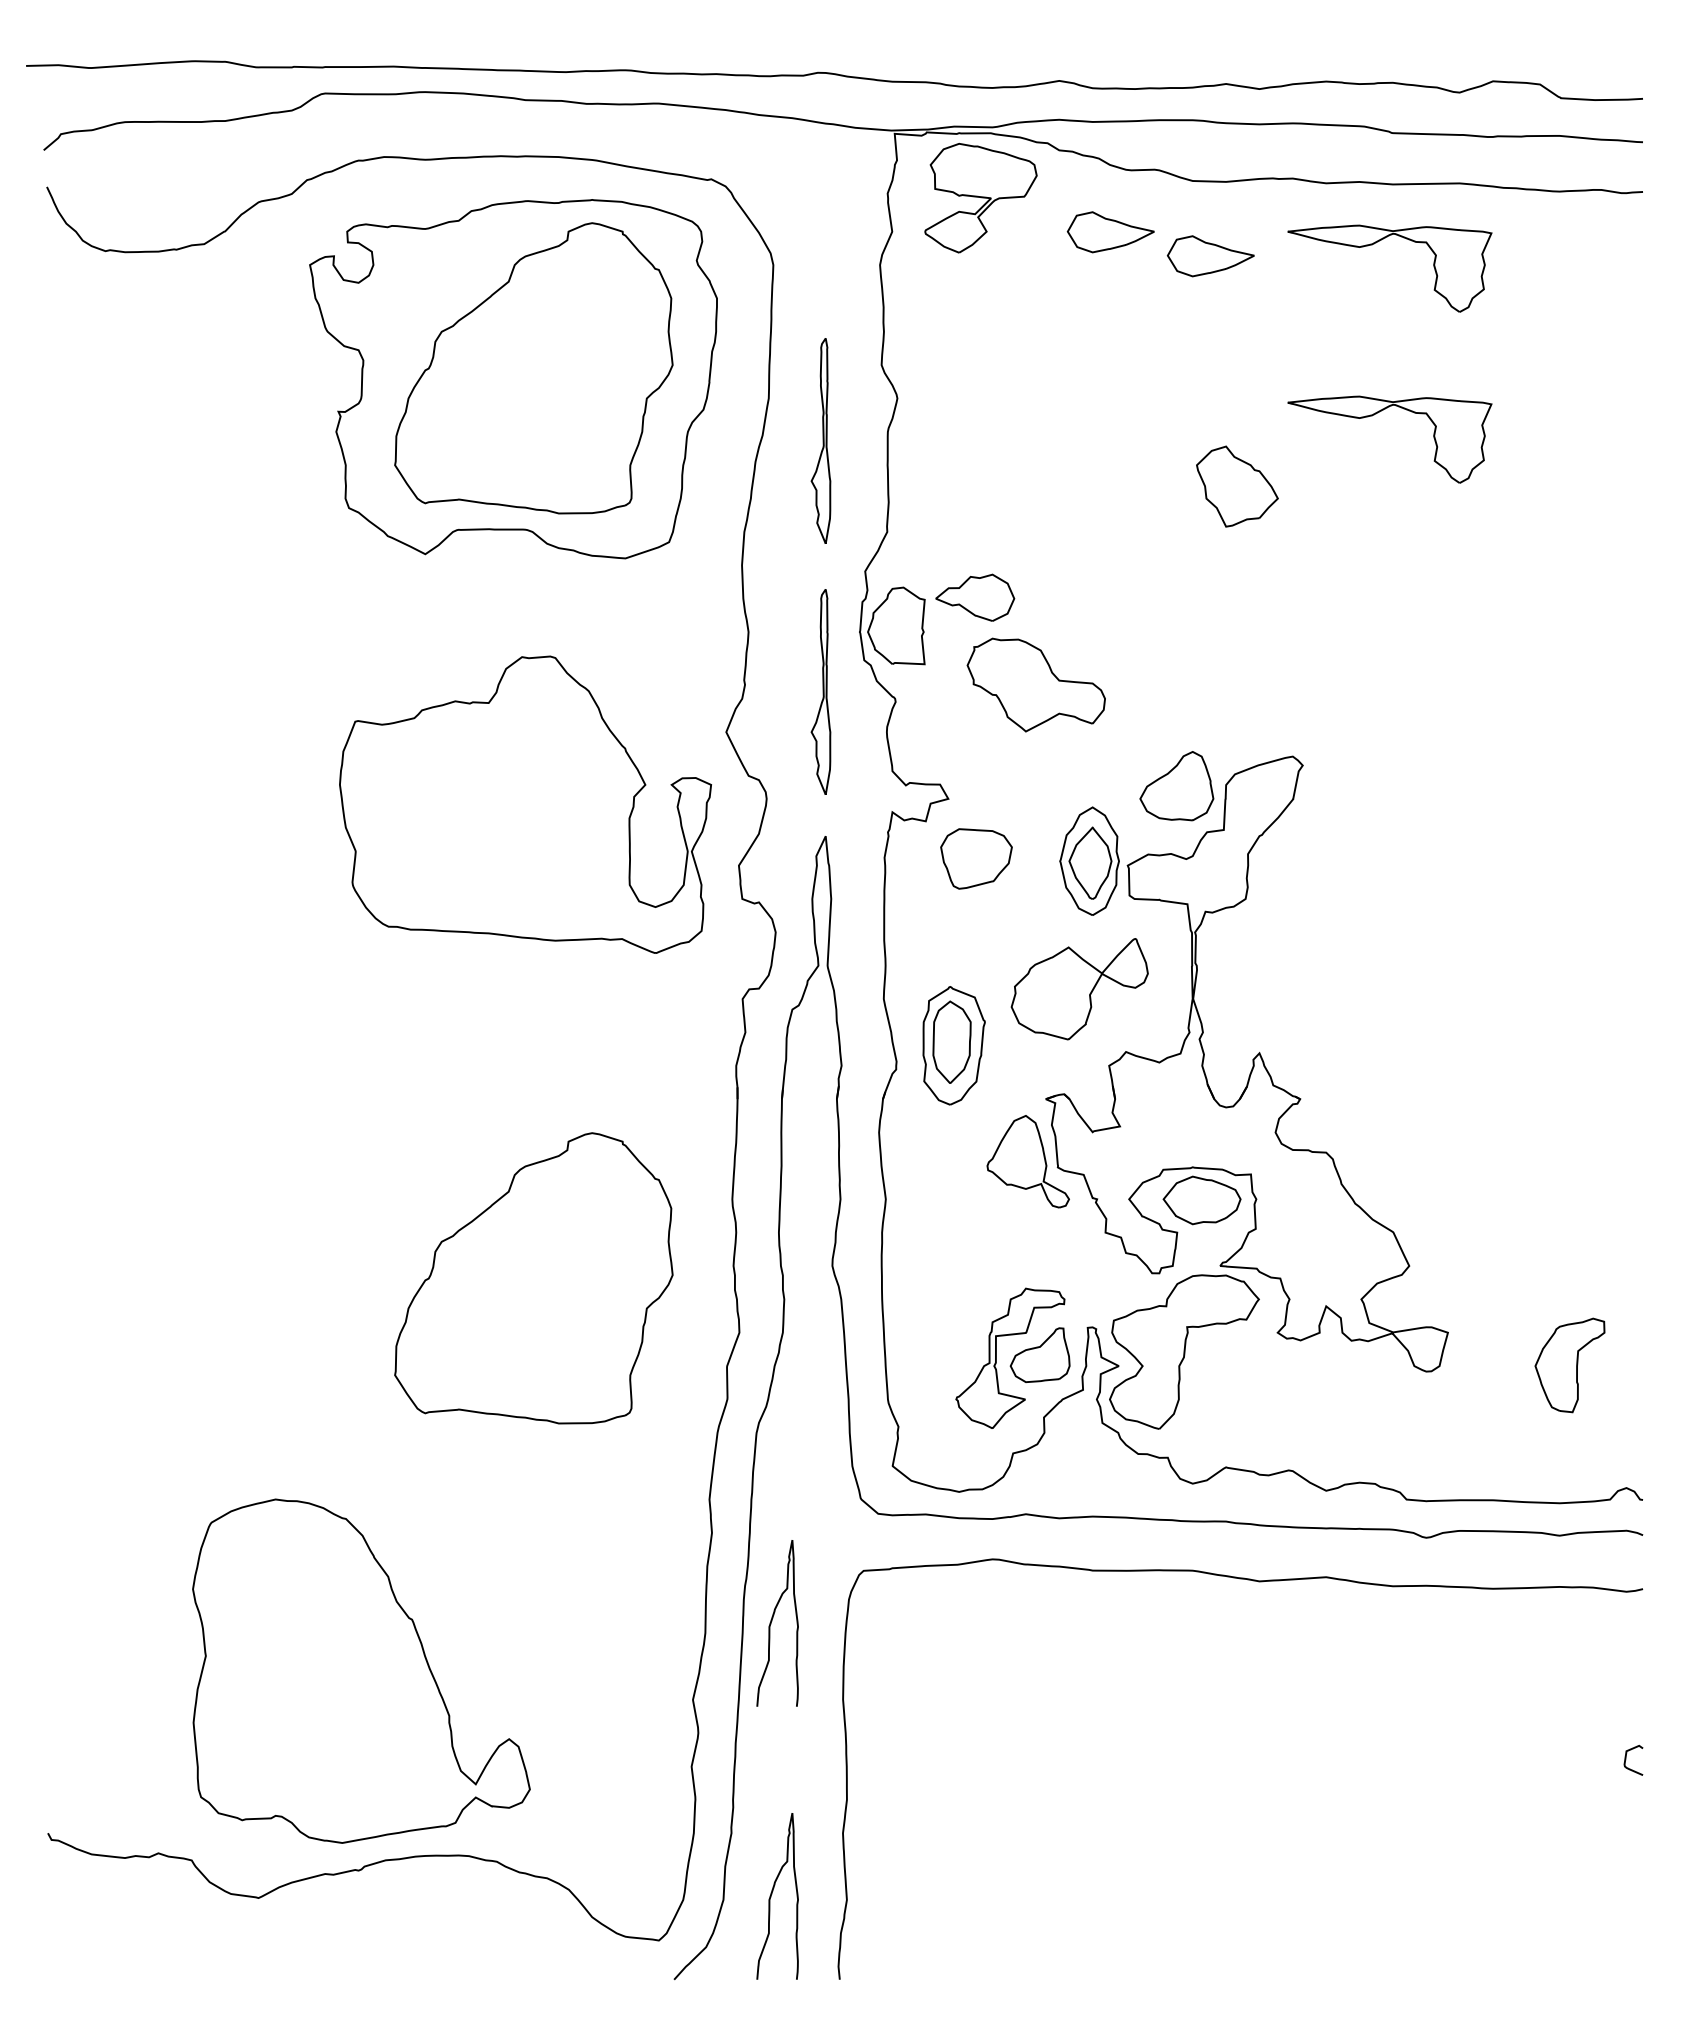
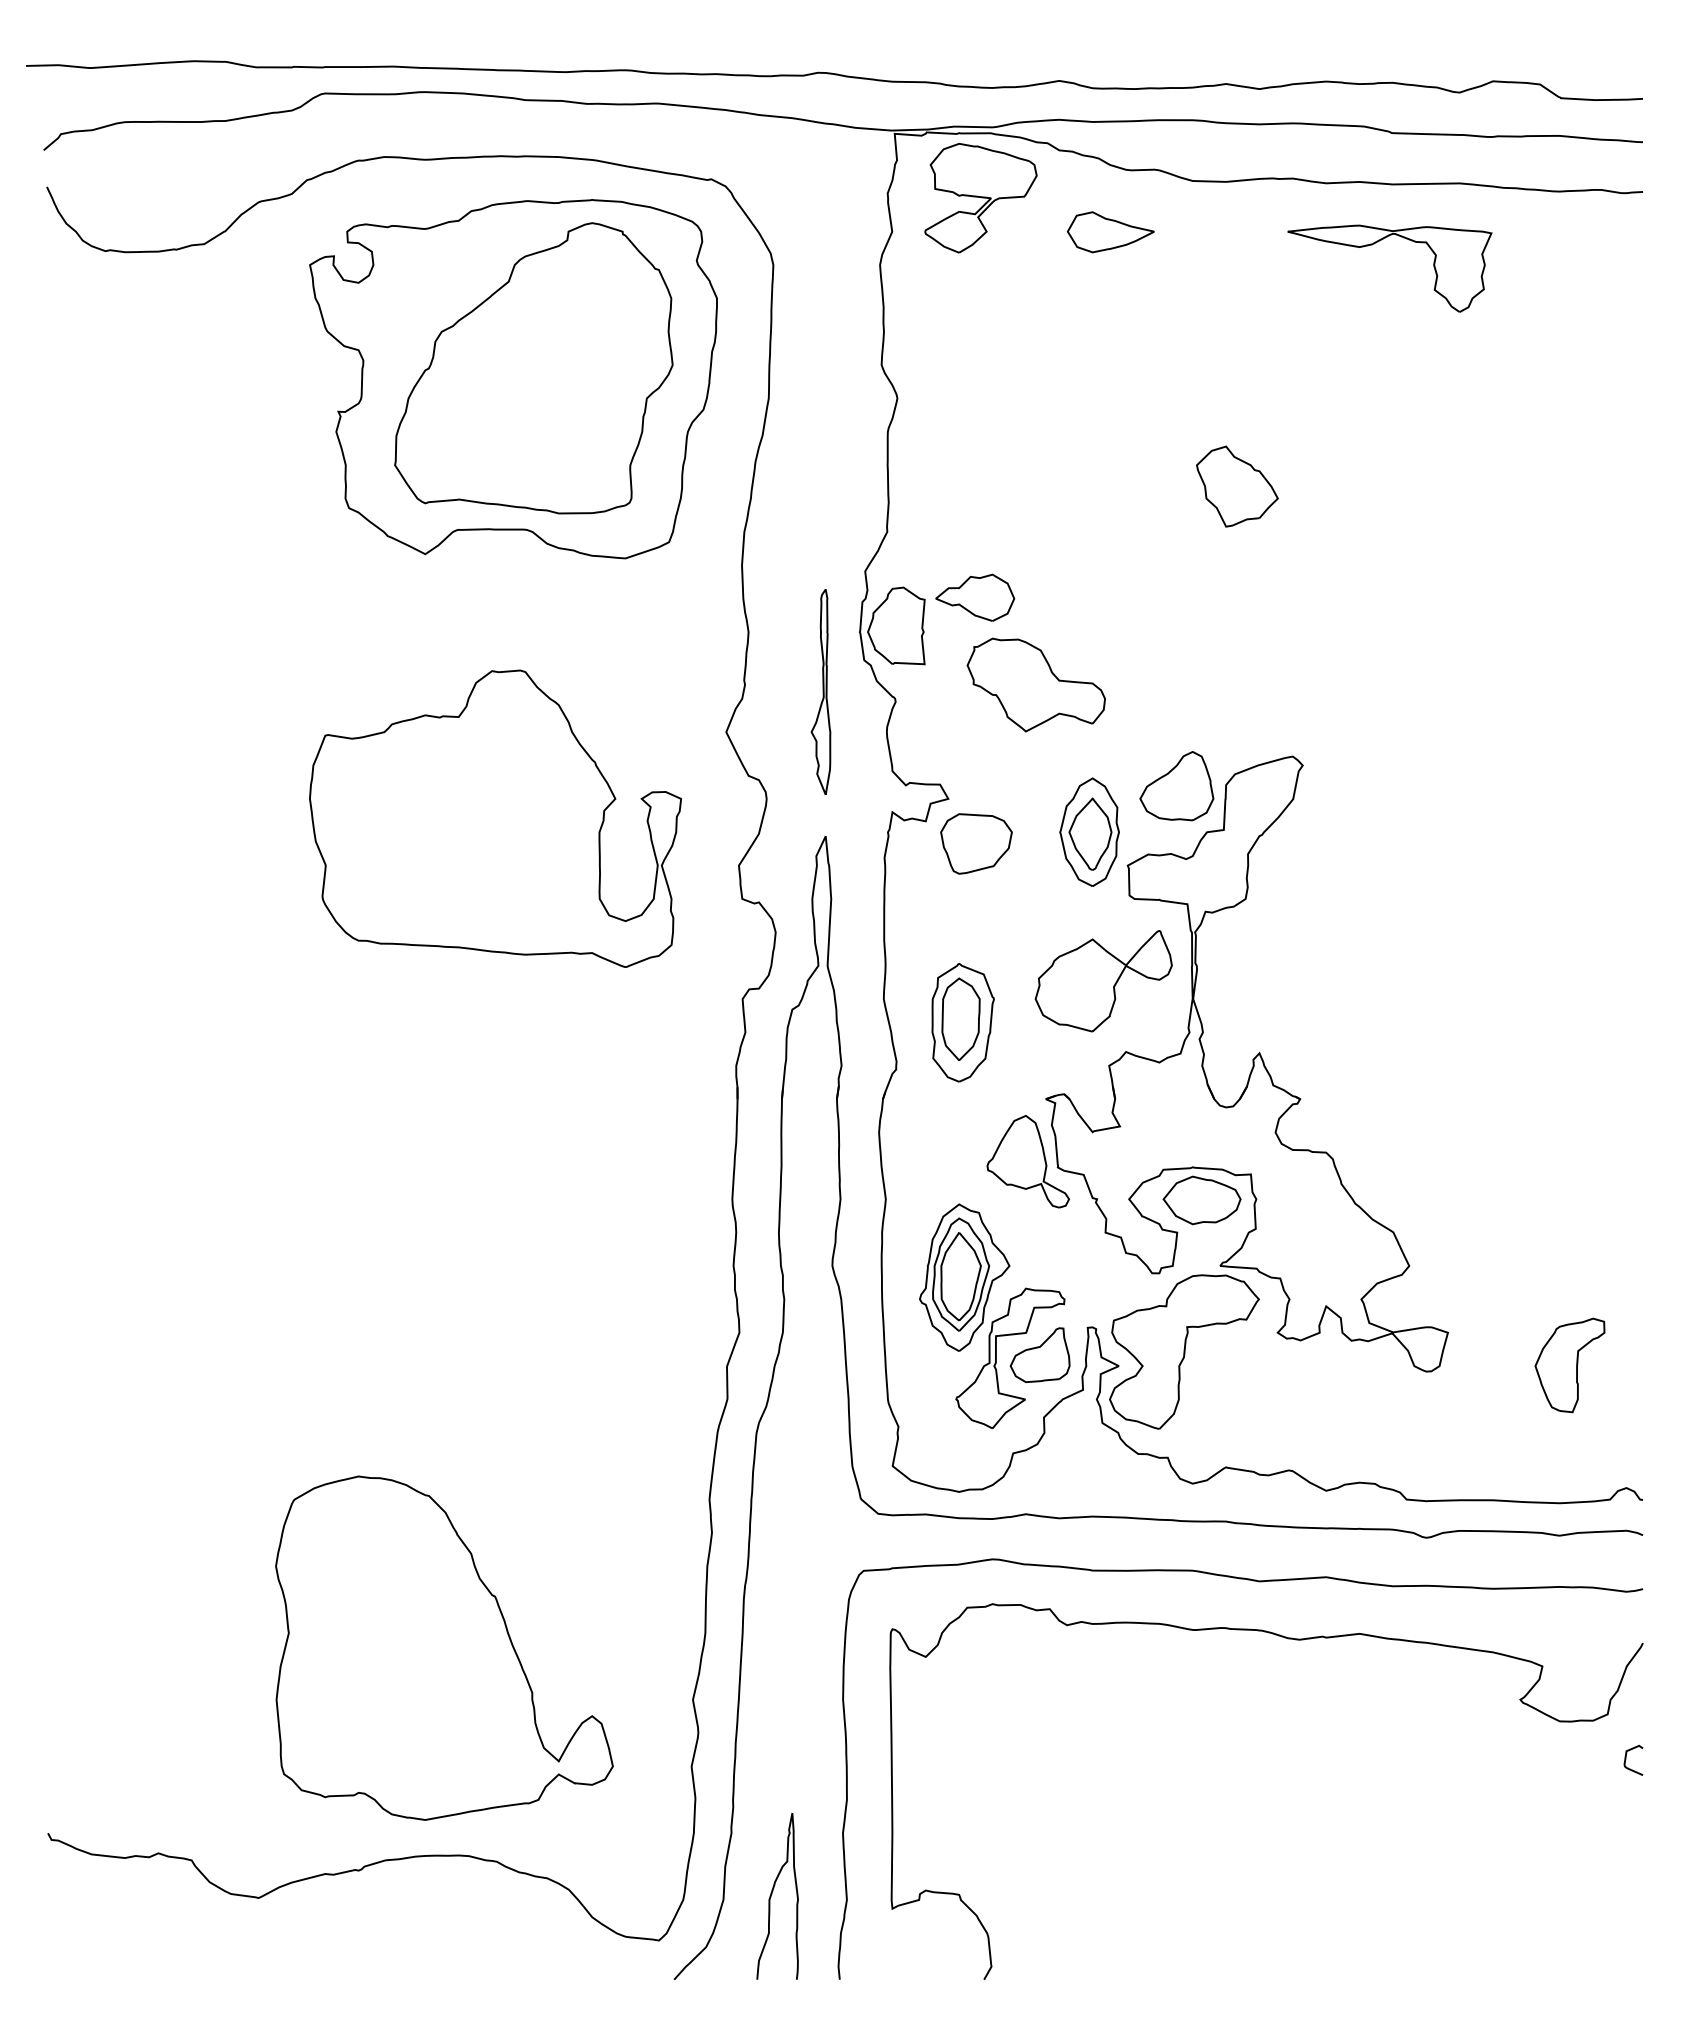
part at (1210, 256): present -> none
part at (1376, 414): present -> none
part at (820, 440): present -> none
part at (525, 804) position: (525, 804) -> (495, 818)
part at (976, 858) position: (976, 858) -> (976, 843)
part at (1089, 860) position: (1089, 860) -> (1089, 831)
part at (1079, 989) position: (1079, 989) -> (1103, 981)
part at (953, 1045) position: (953, 1045) -> (962, 1022)
part at (964, 1277): none -> present
part at (533, 1278): present -> none
curve at (772, 1621): present -> none
curve at (1288, 1639): none -> present
part at (361, 1670) position: (361, 1670) -> (444, 1647)
